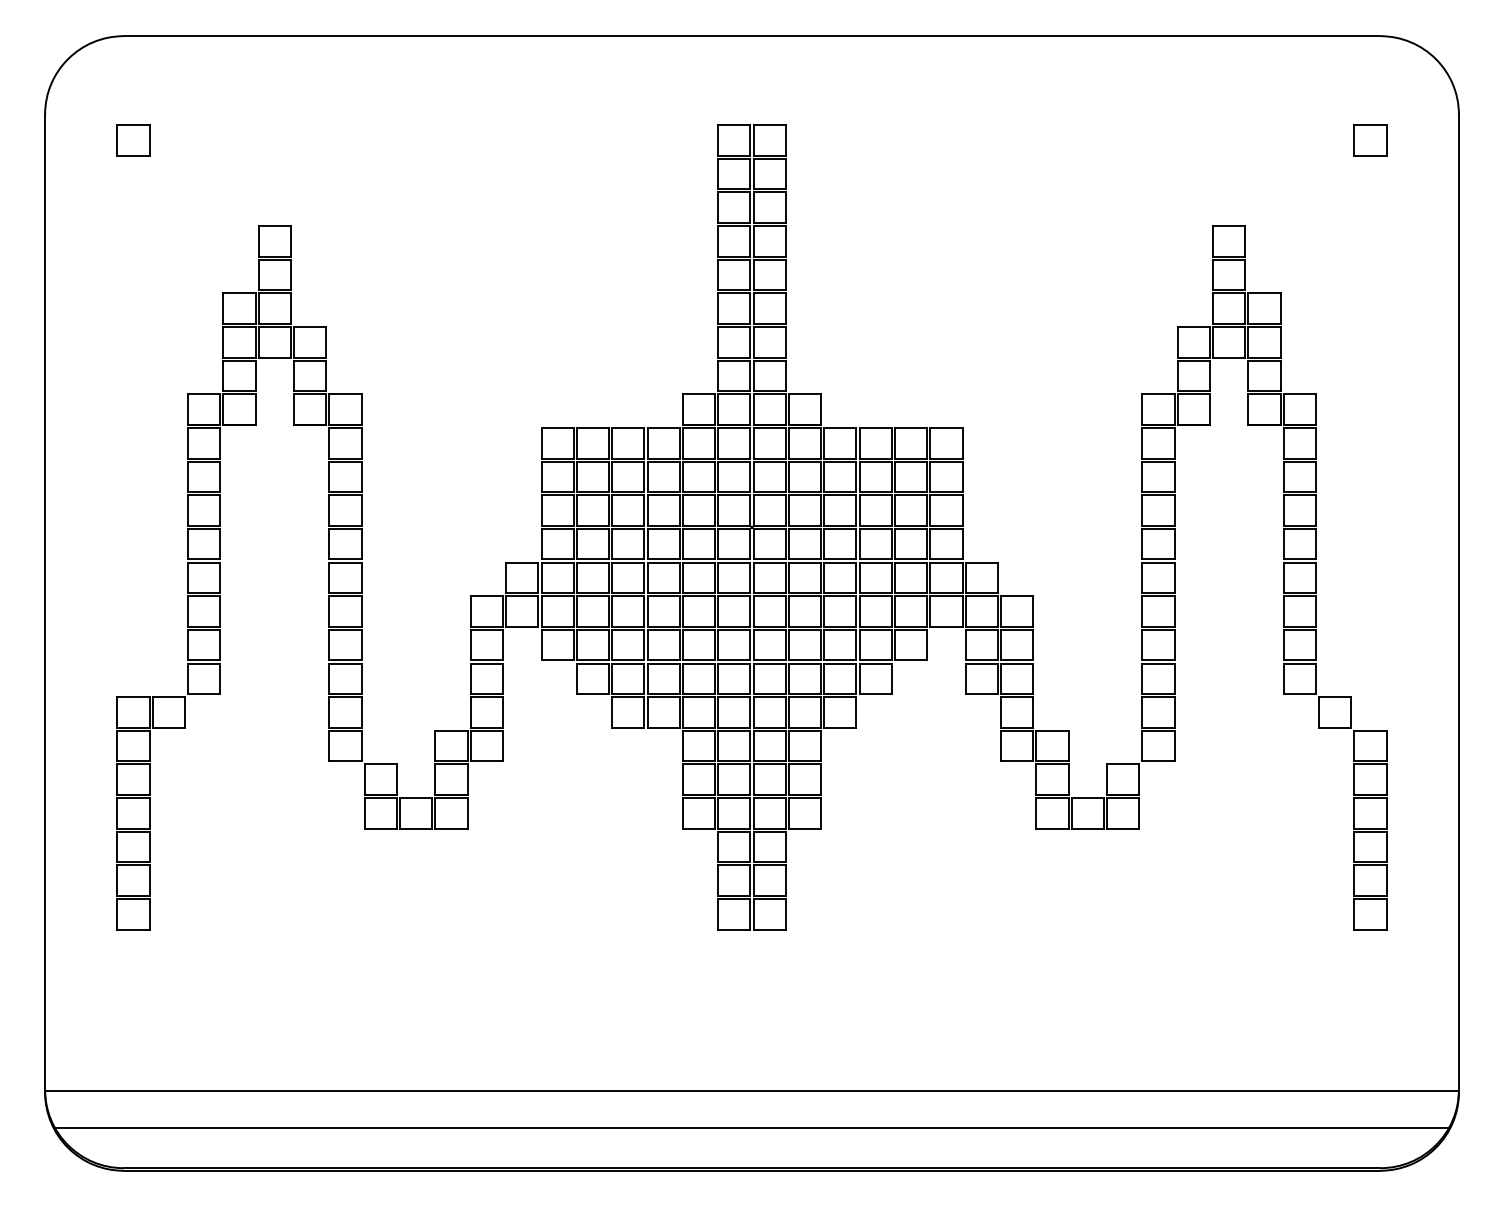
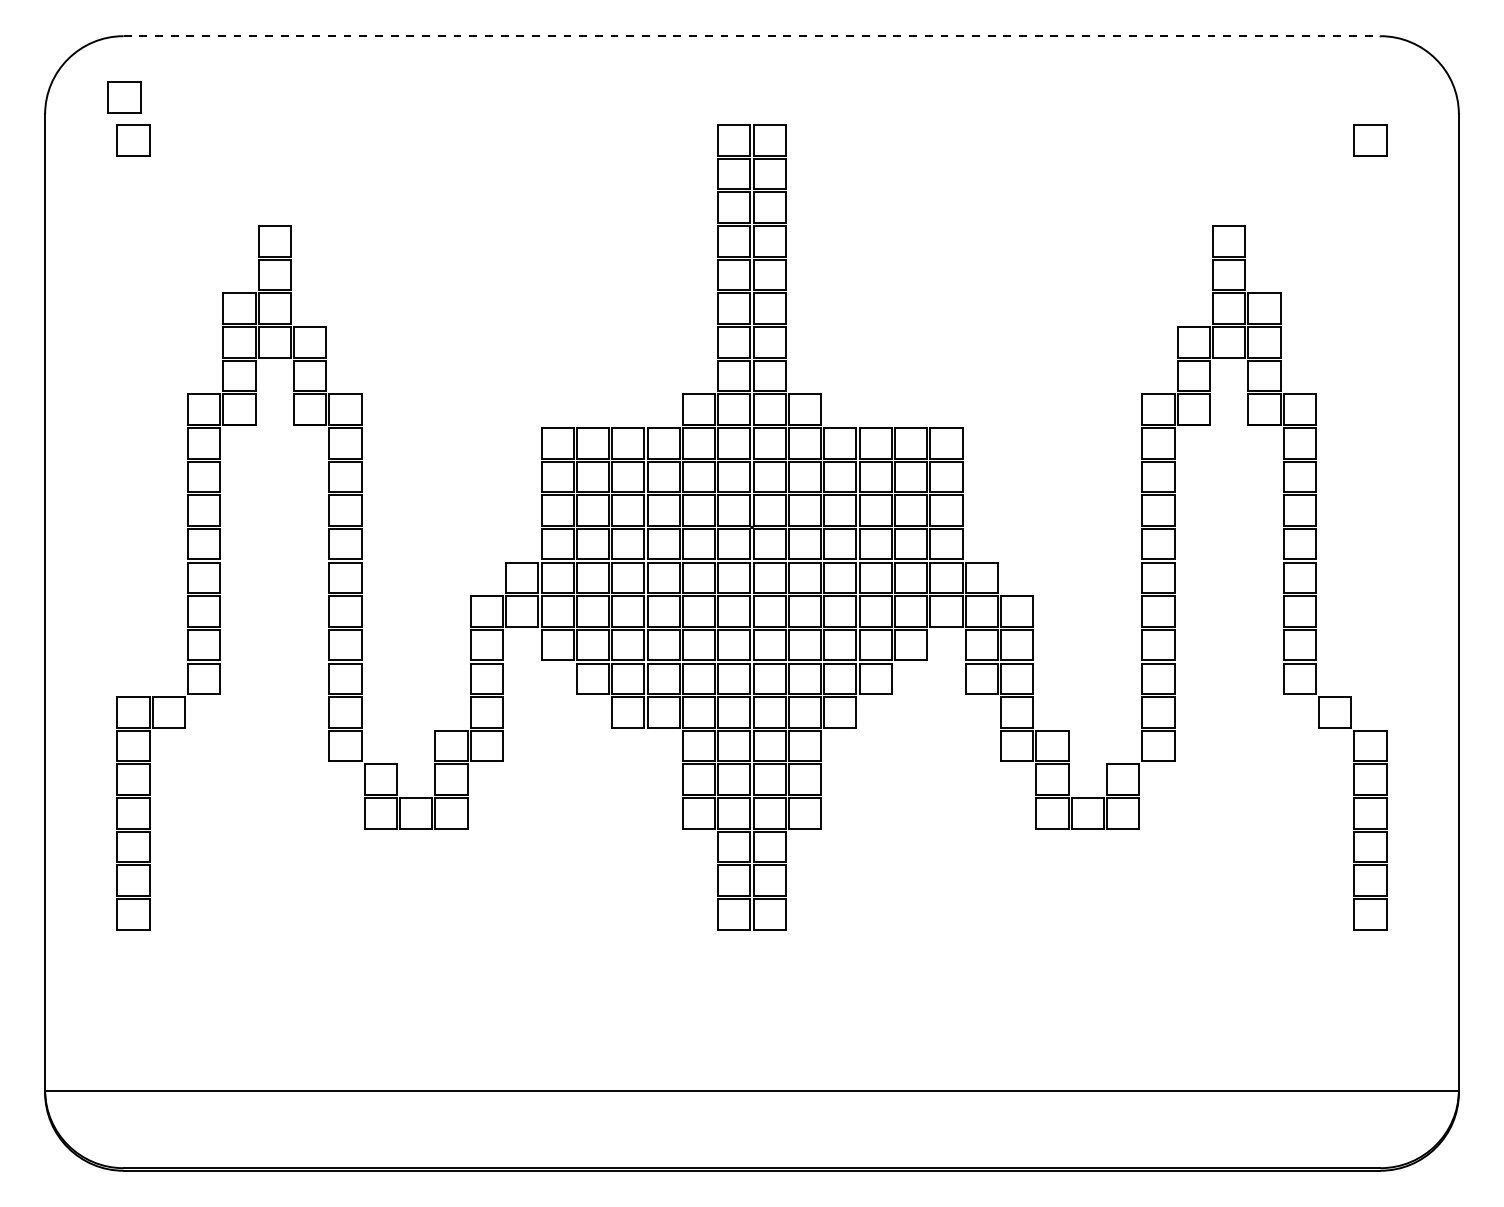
line at (752, 36): solid -> dashed
part at (124, 97): none -> present
line at (751, 1127): present -> none
